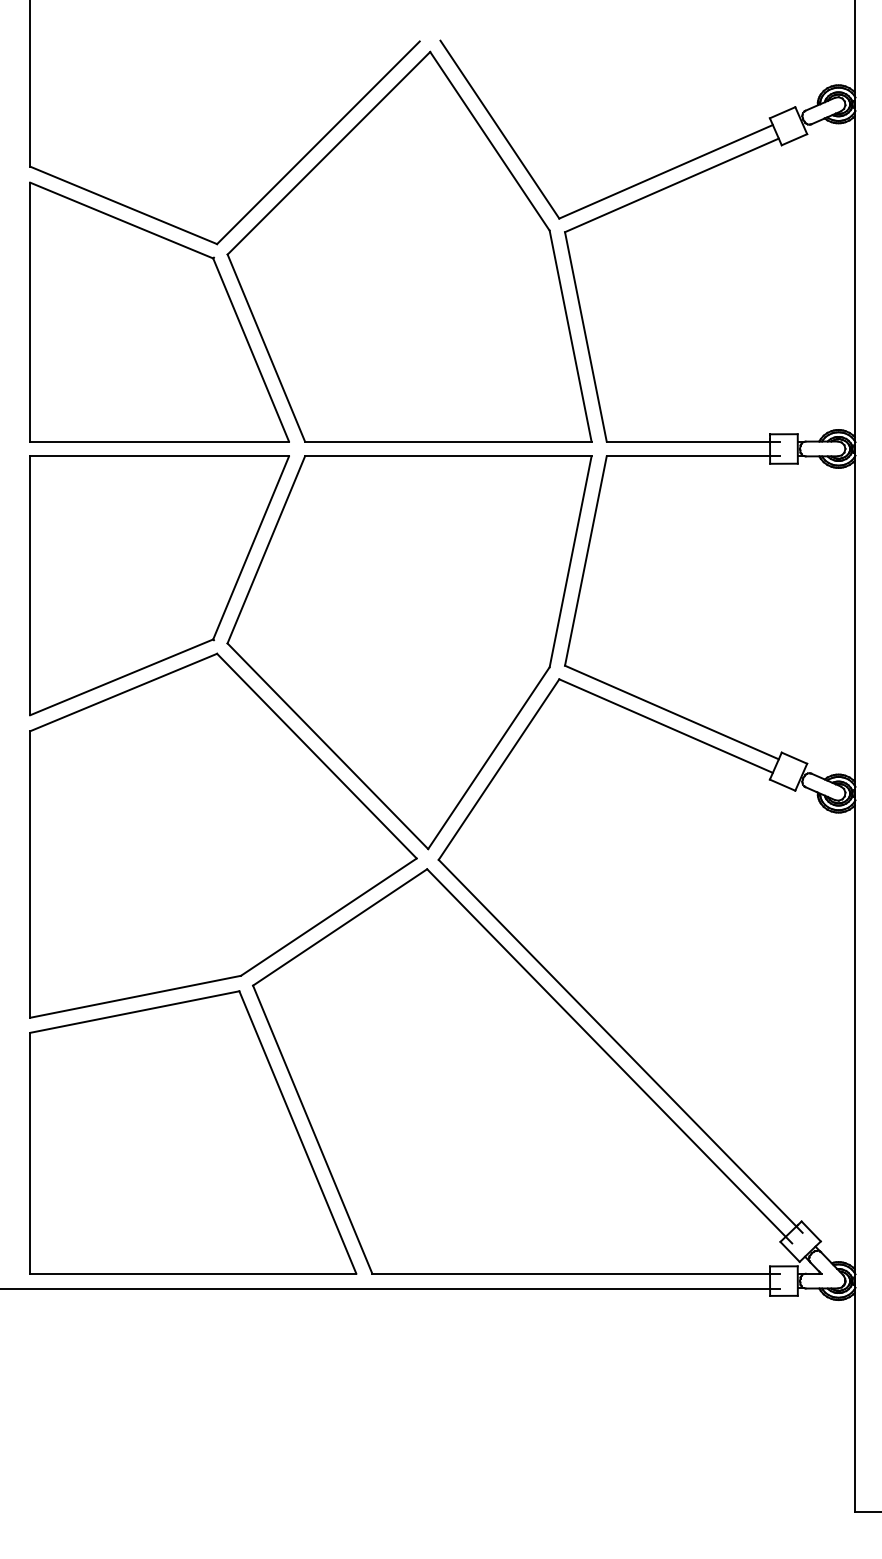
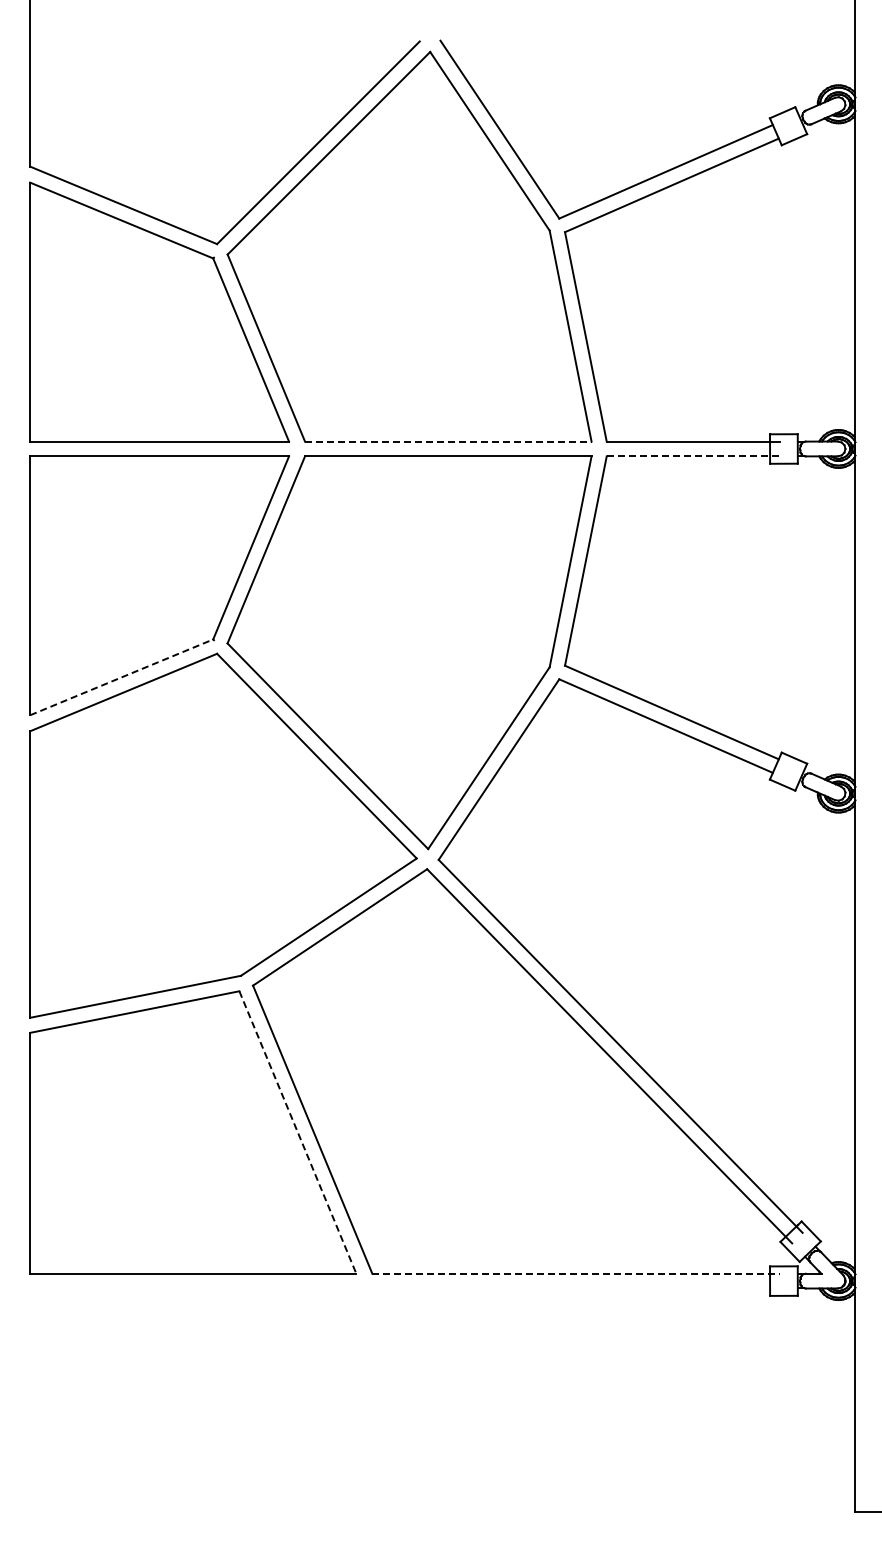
line at (448, 441): solid -> dashed
line at (693, 456): solid -> dashed
line at (122, 677): solid -> dashed
line at (297, 1132): solid -> dashed
line at (575, 1273): solid -> dashed
line at (390, 1288): present -> none
